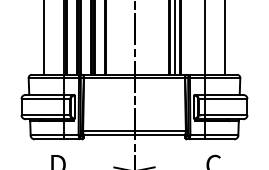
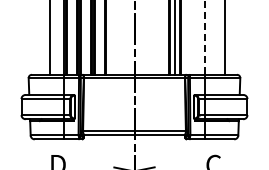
line at (205, 37): solid -> dashed
line at (43, 38) position: (43, 38) -> (49, 38)
